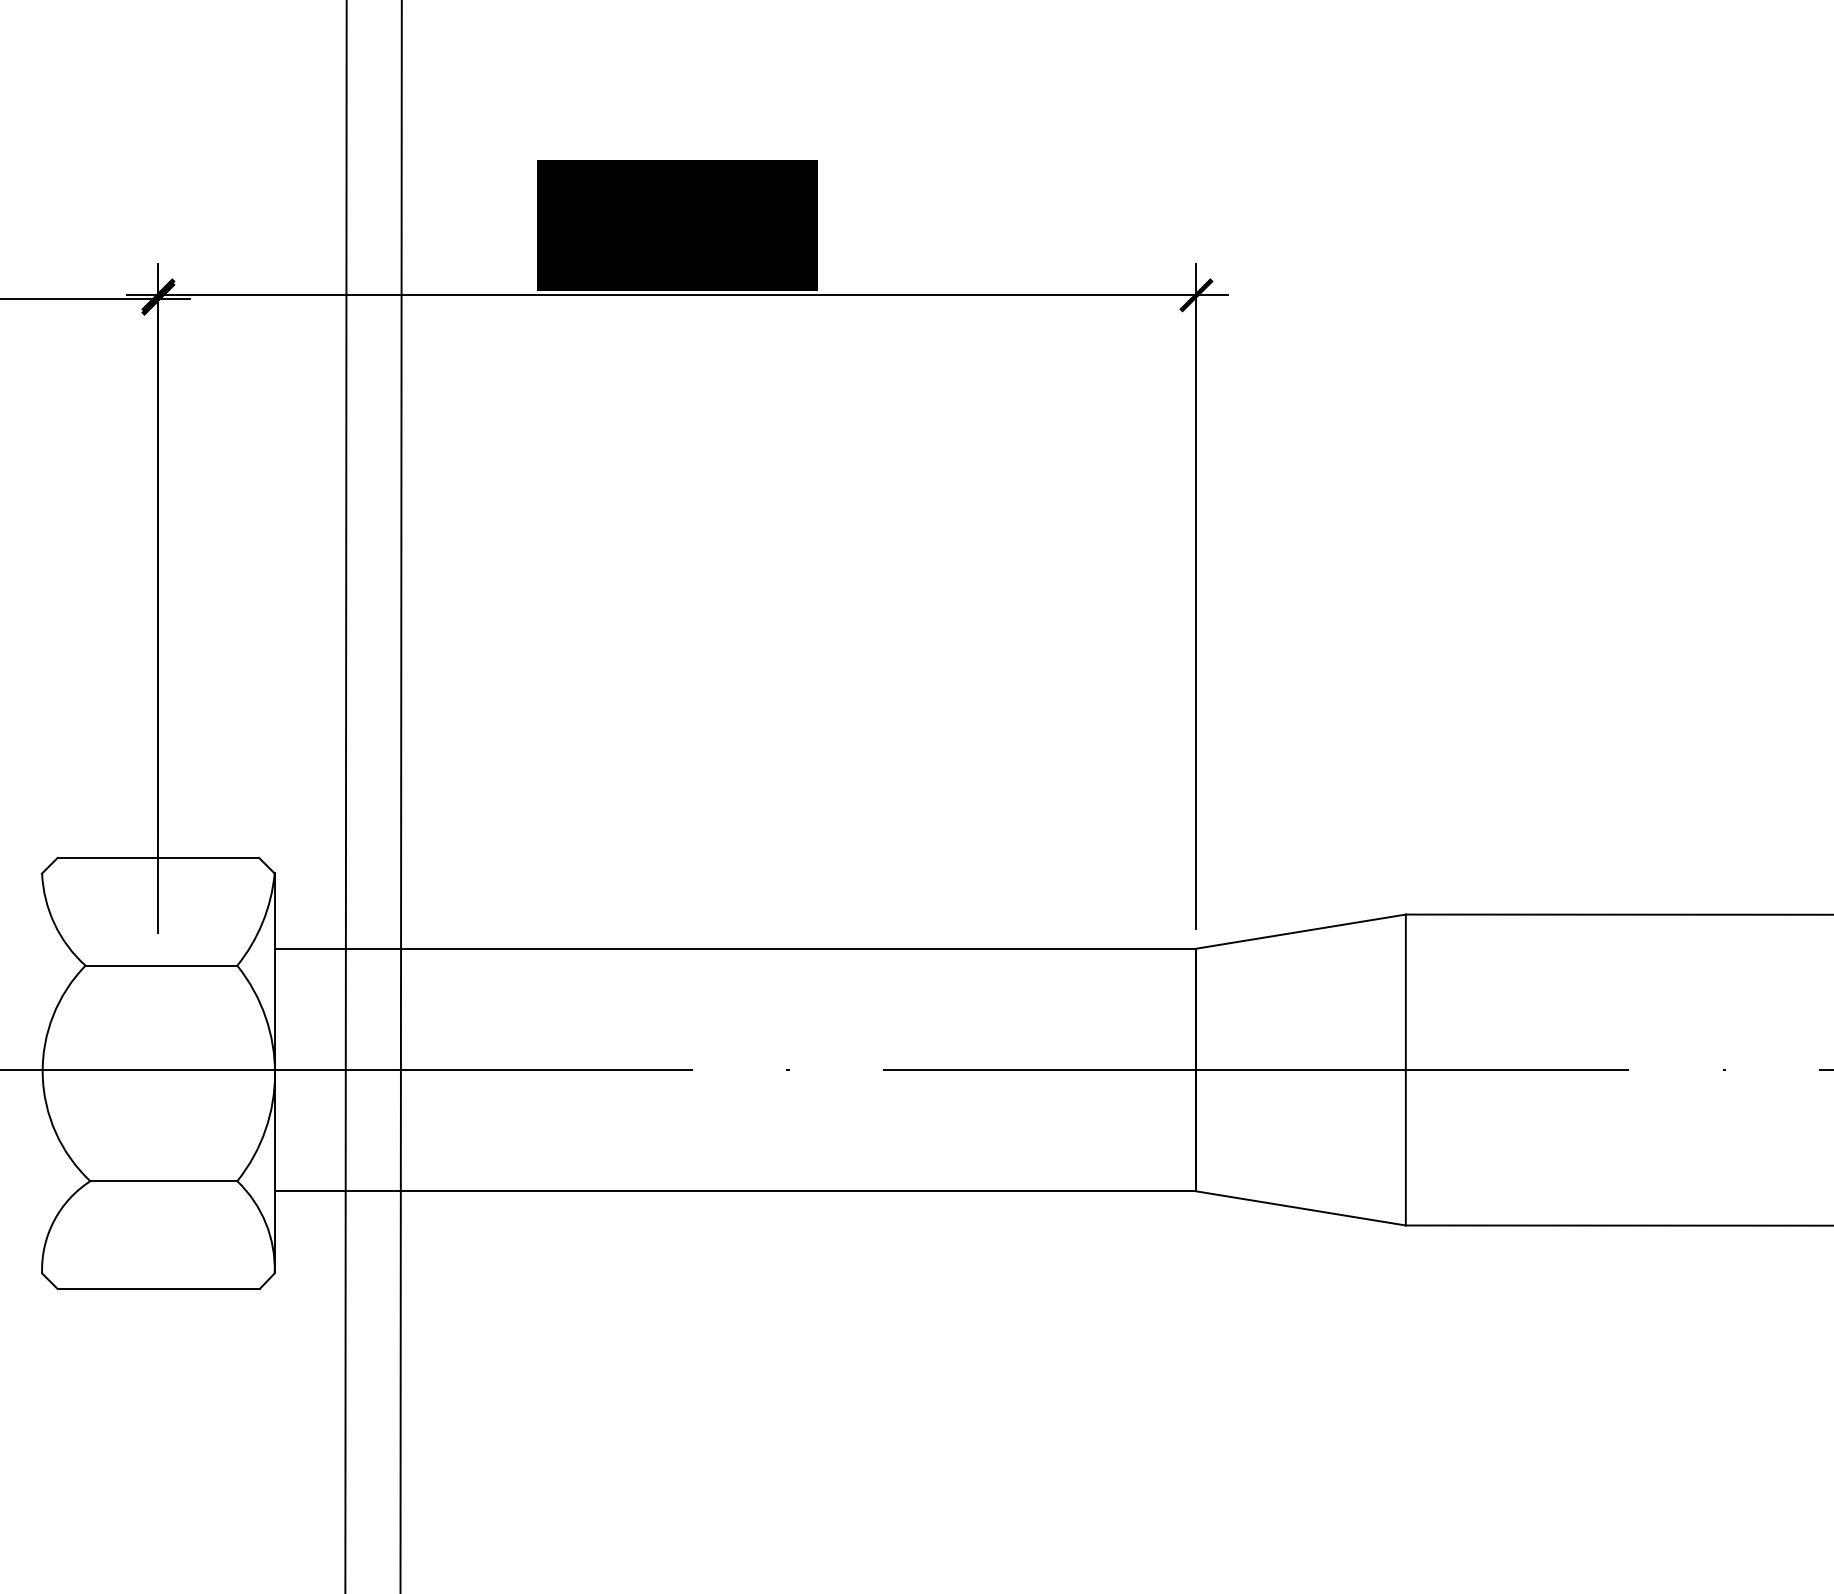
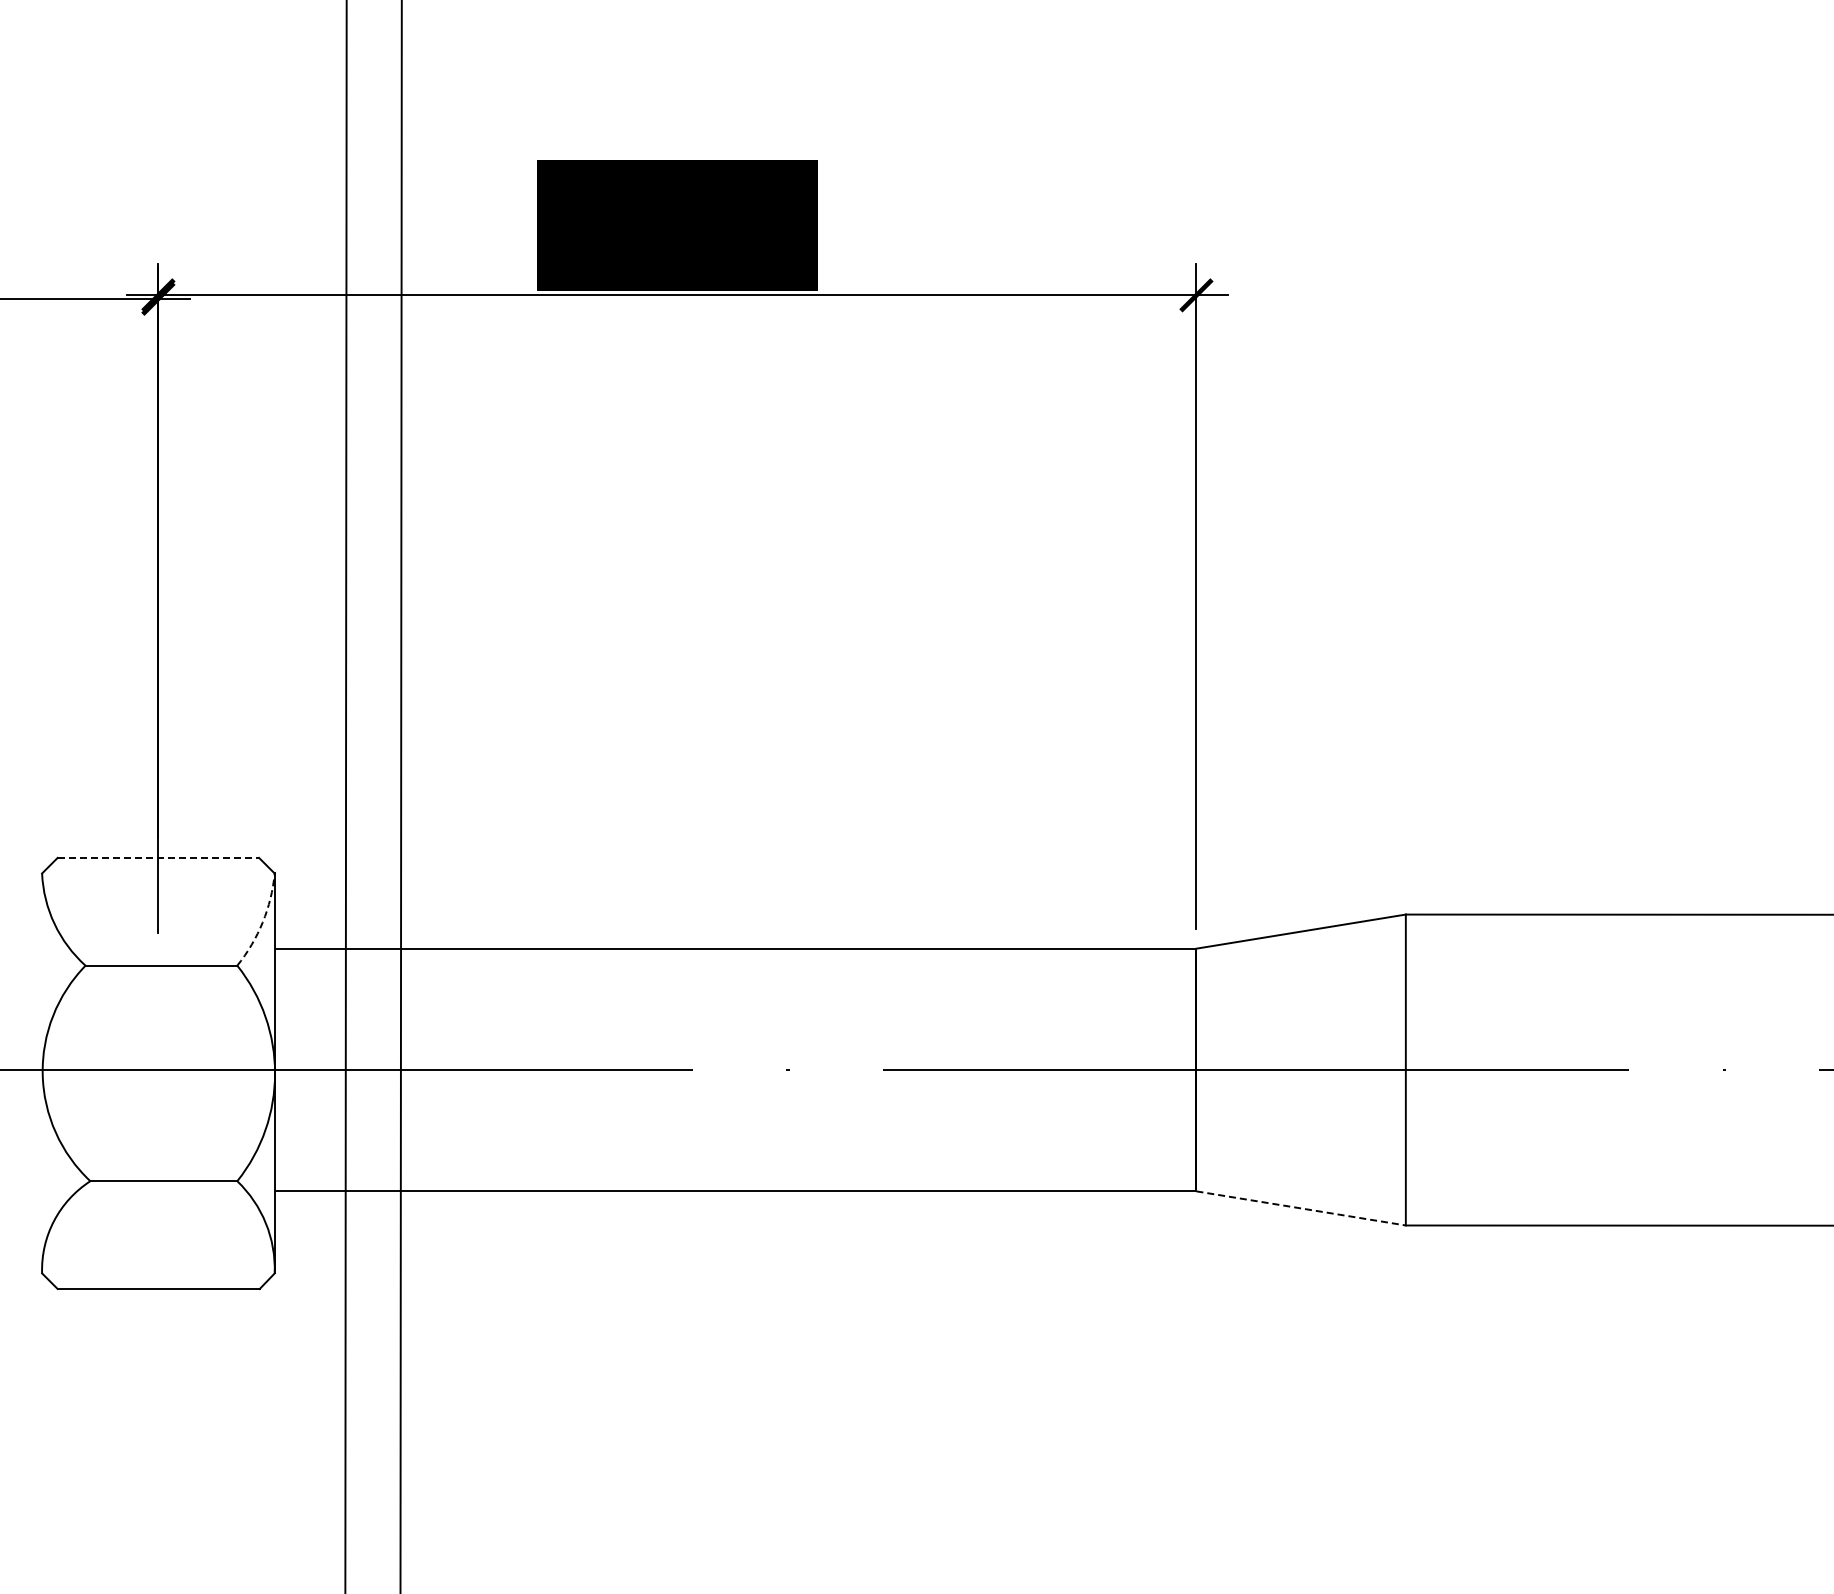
line at (158, 857): solid -> dashed
arc at (262, 922): solid -> dashed
line at (1301, 1208): solid -> dashed
